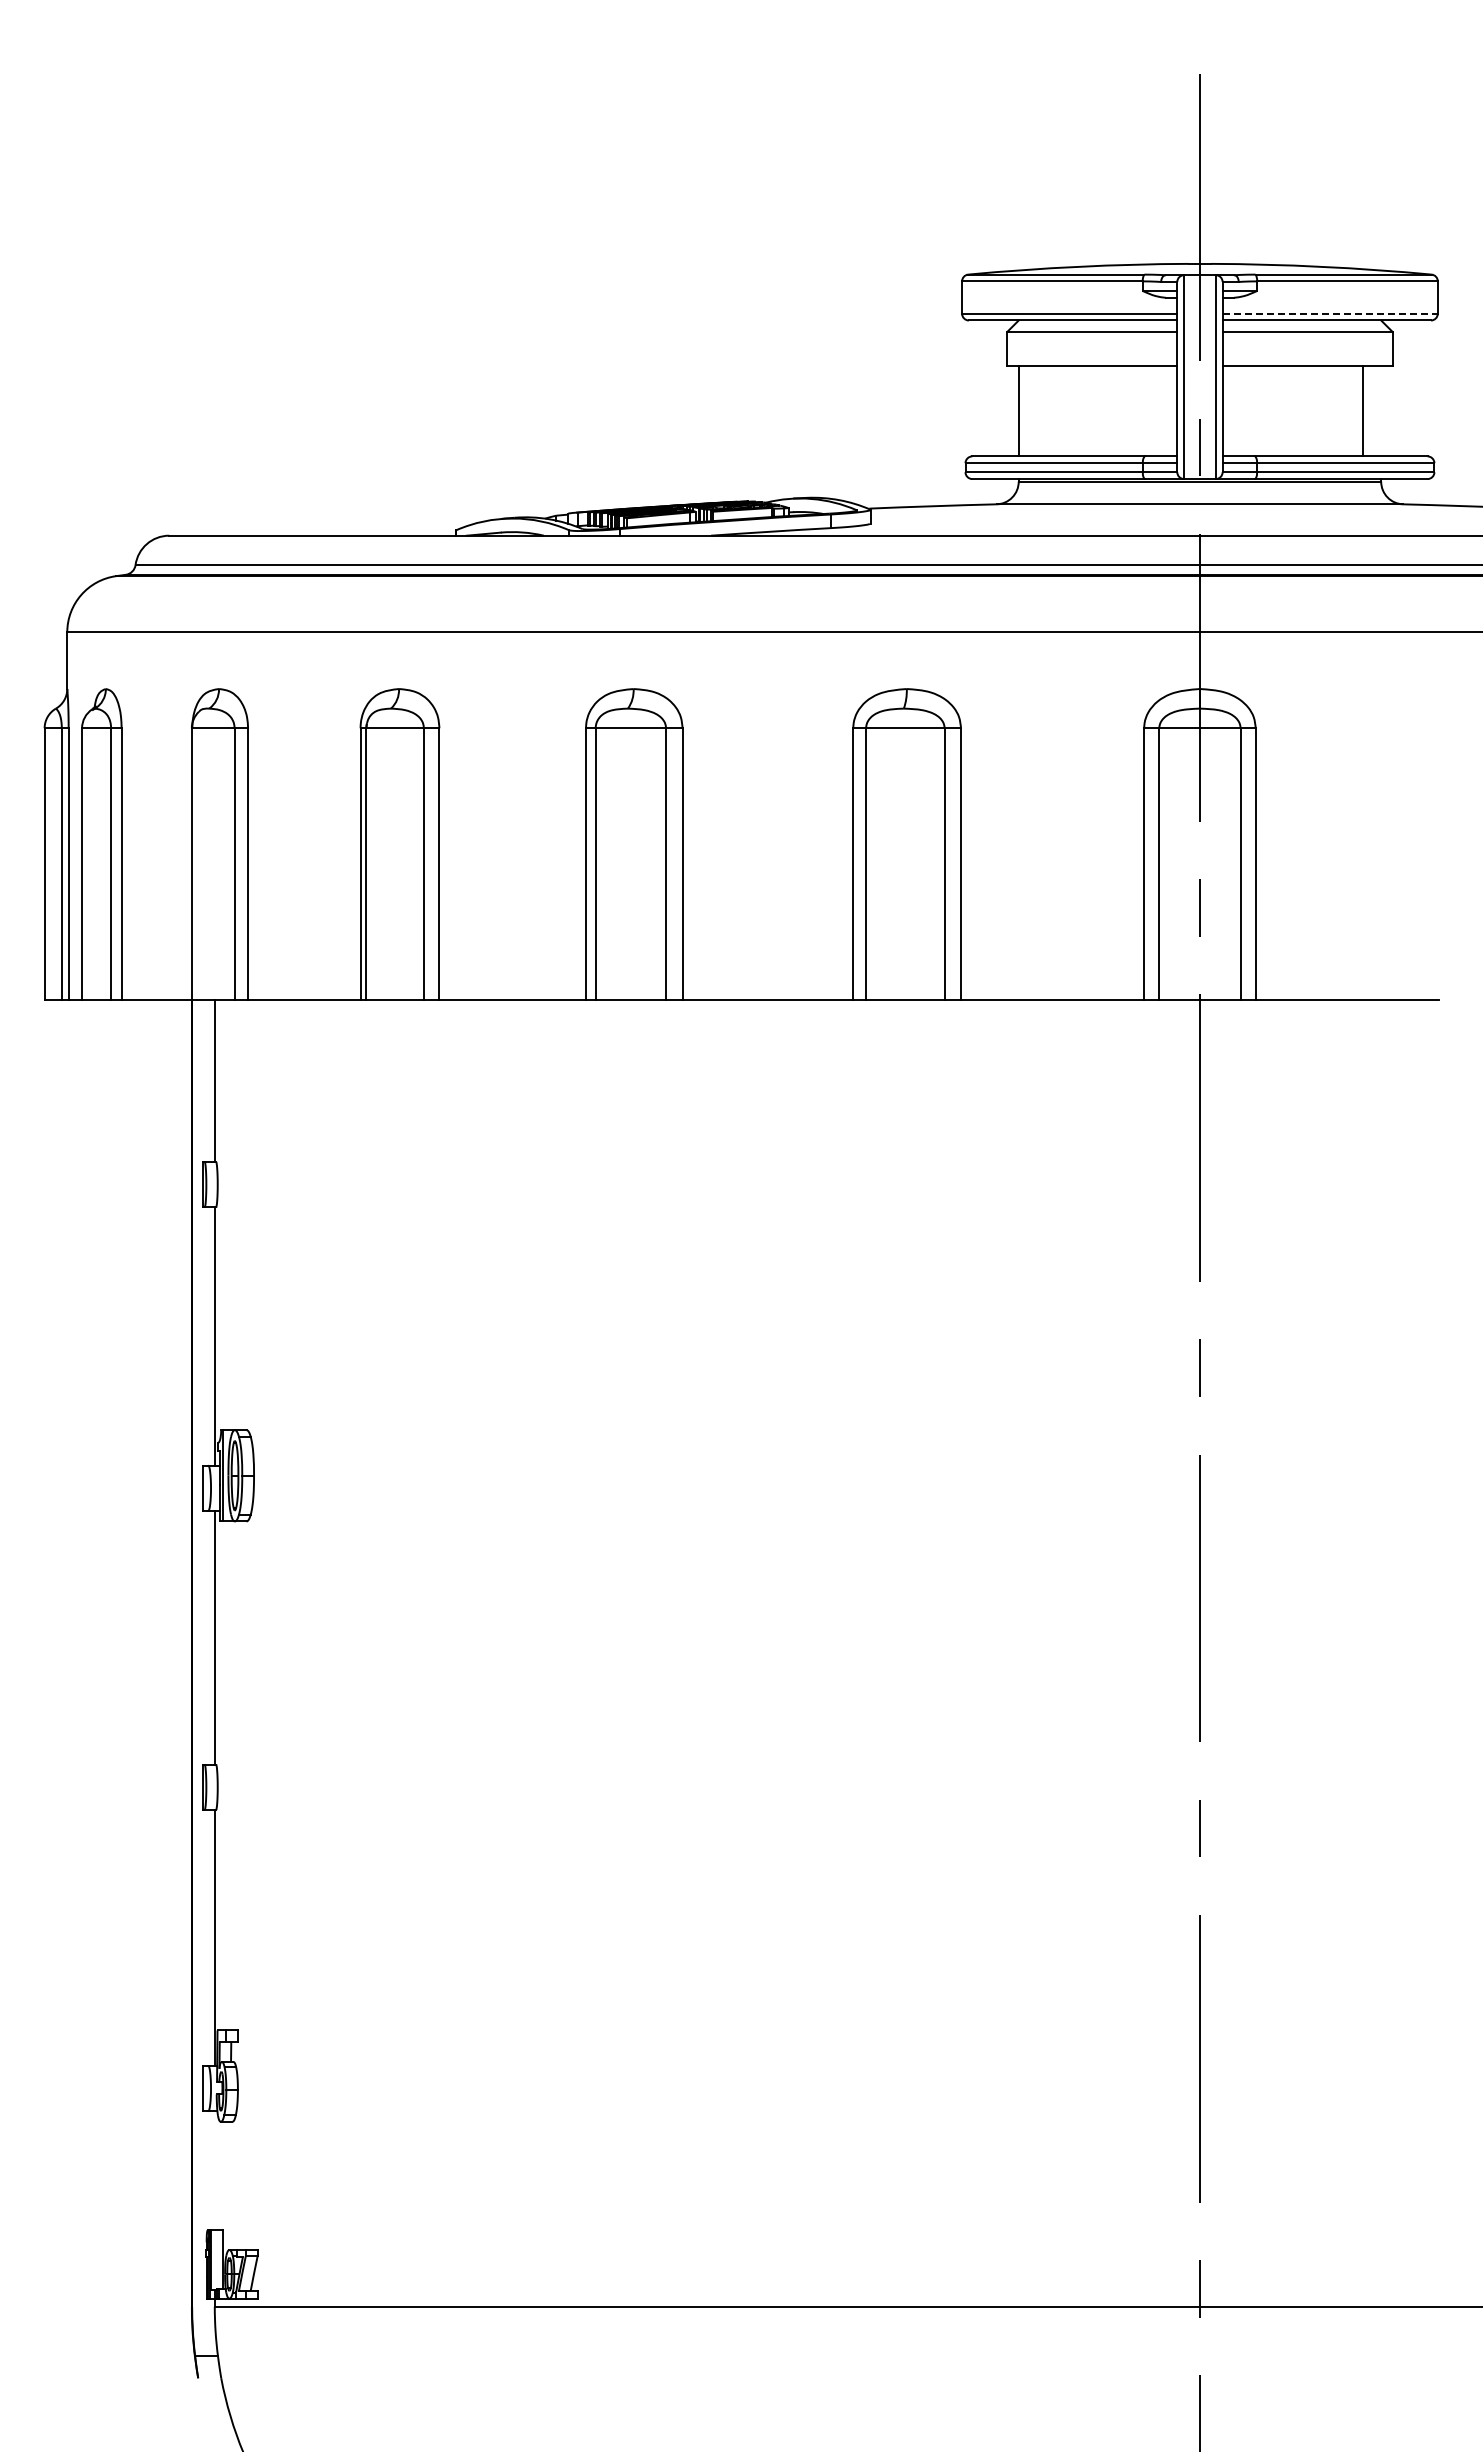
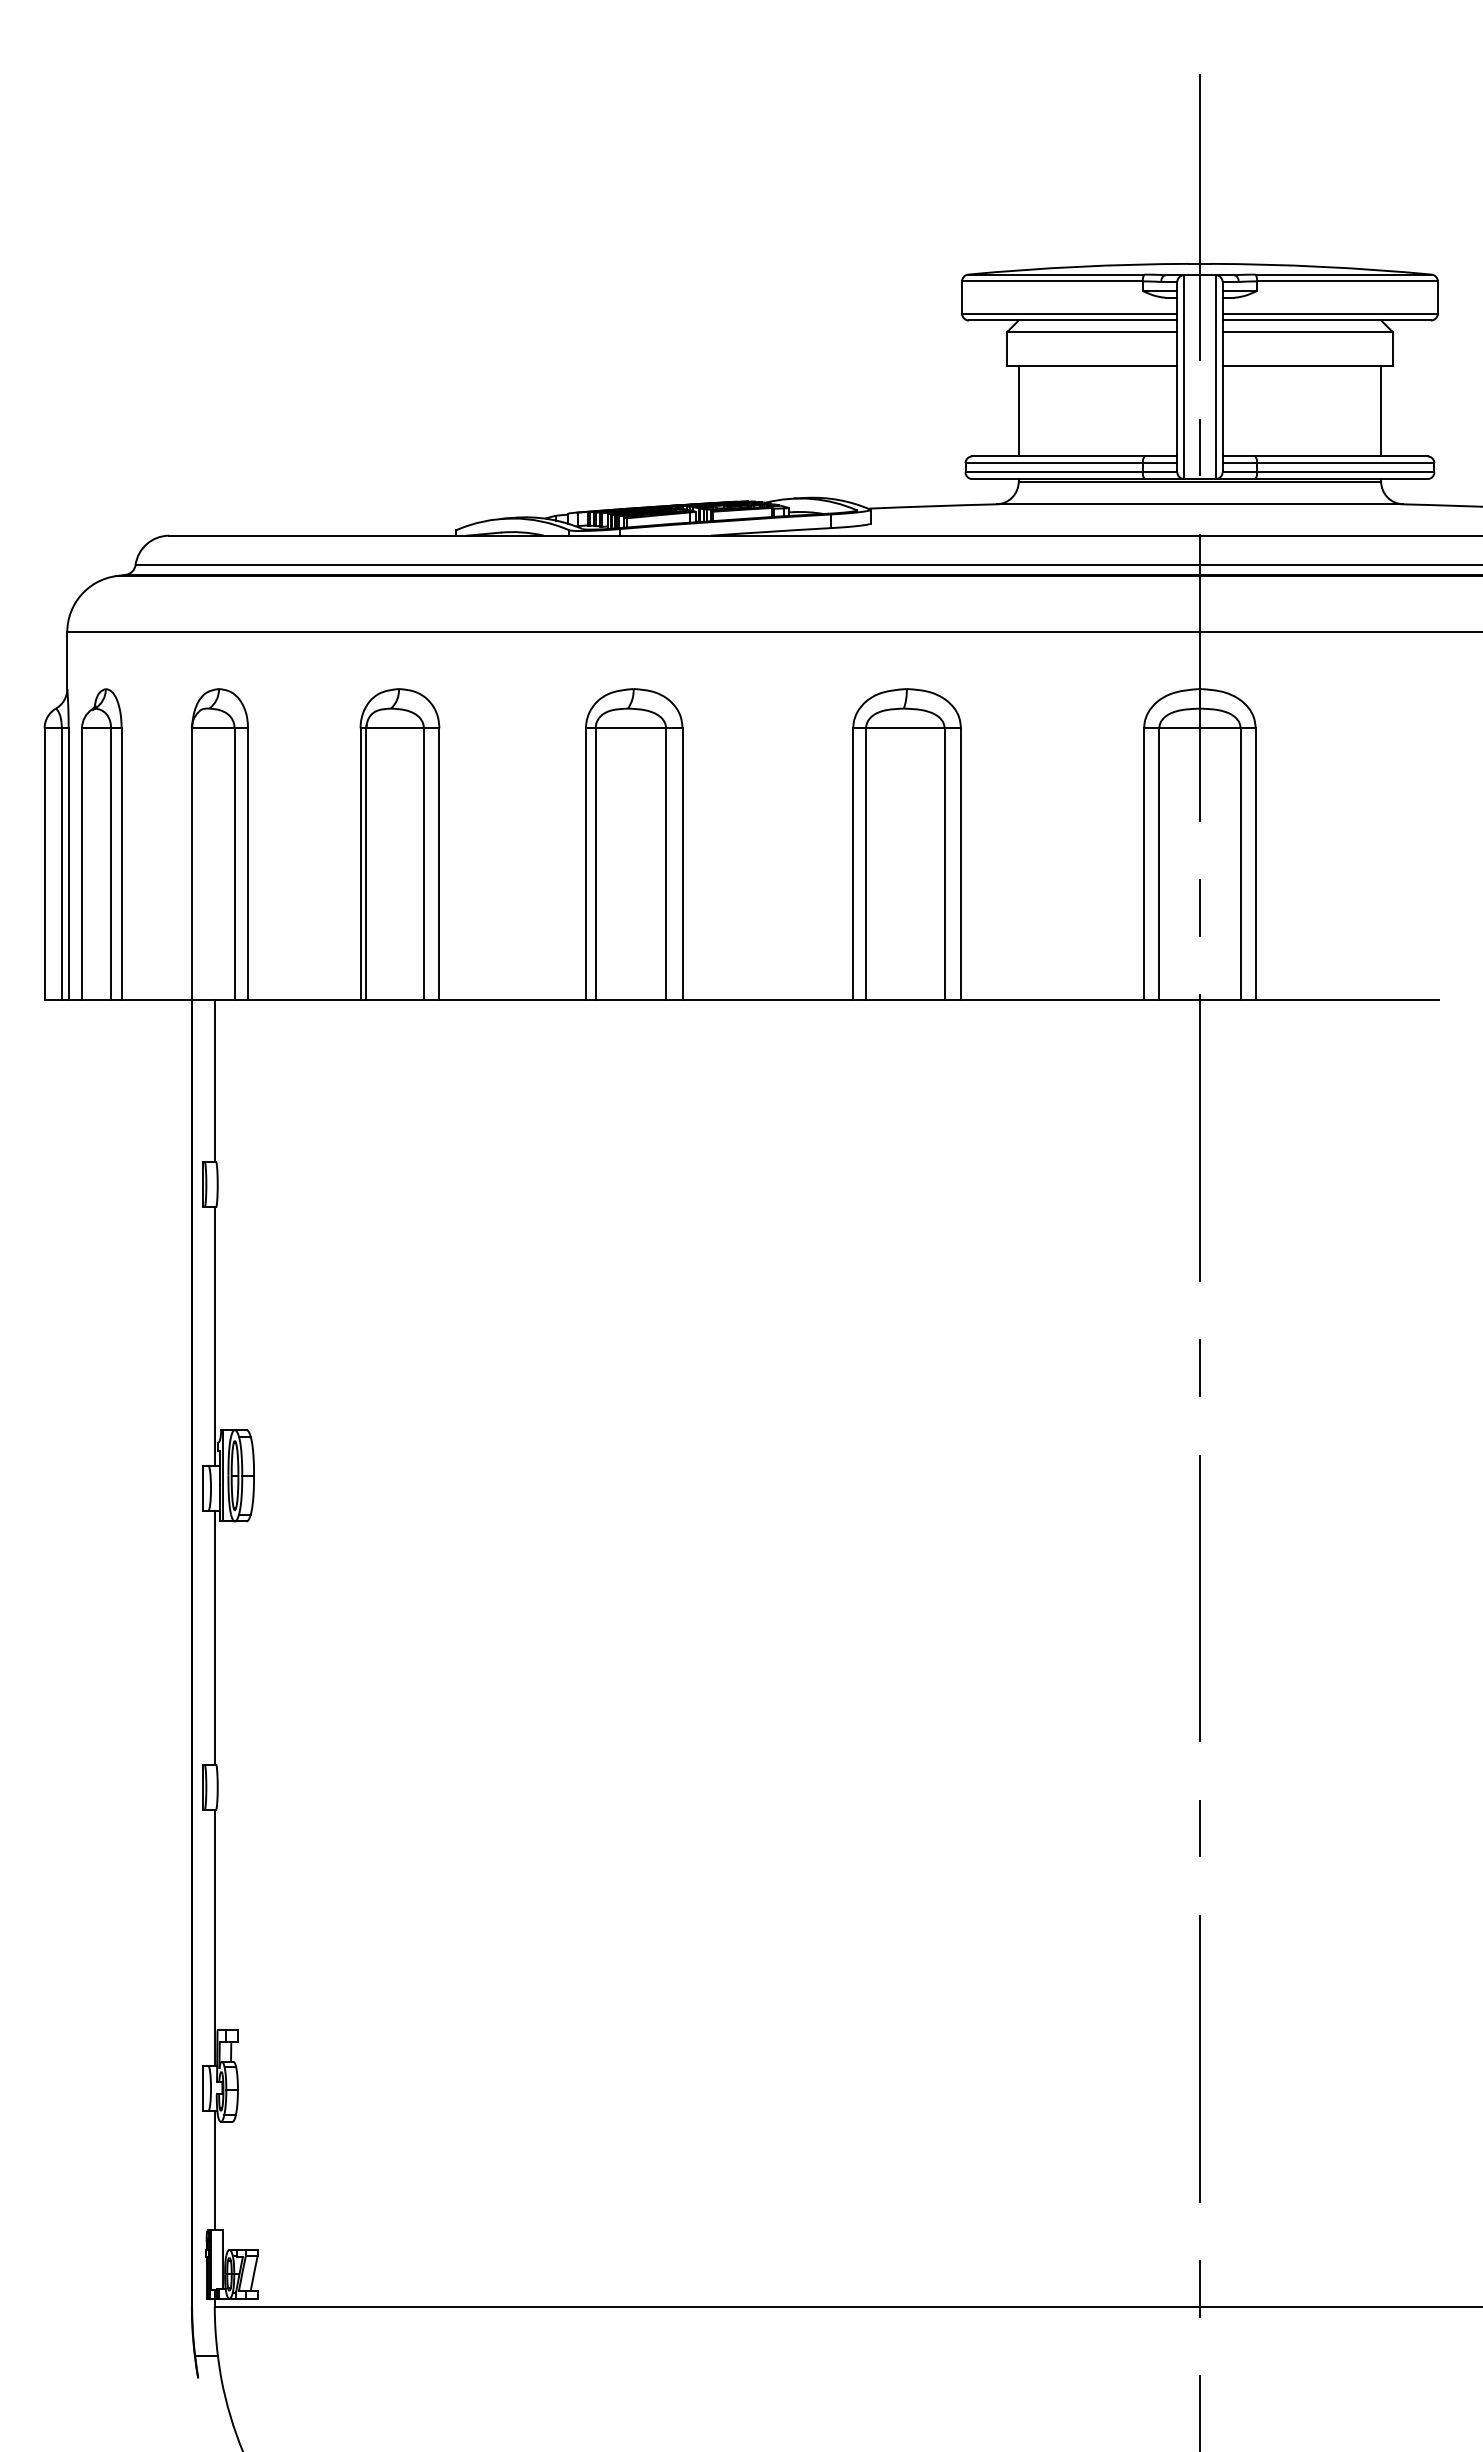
line at (1330, 313): dashed -> solid
line at (1363, 410) position: (1363, 410) -> (1381, 410)
line at (214, 2170): none -> present
